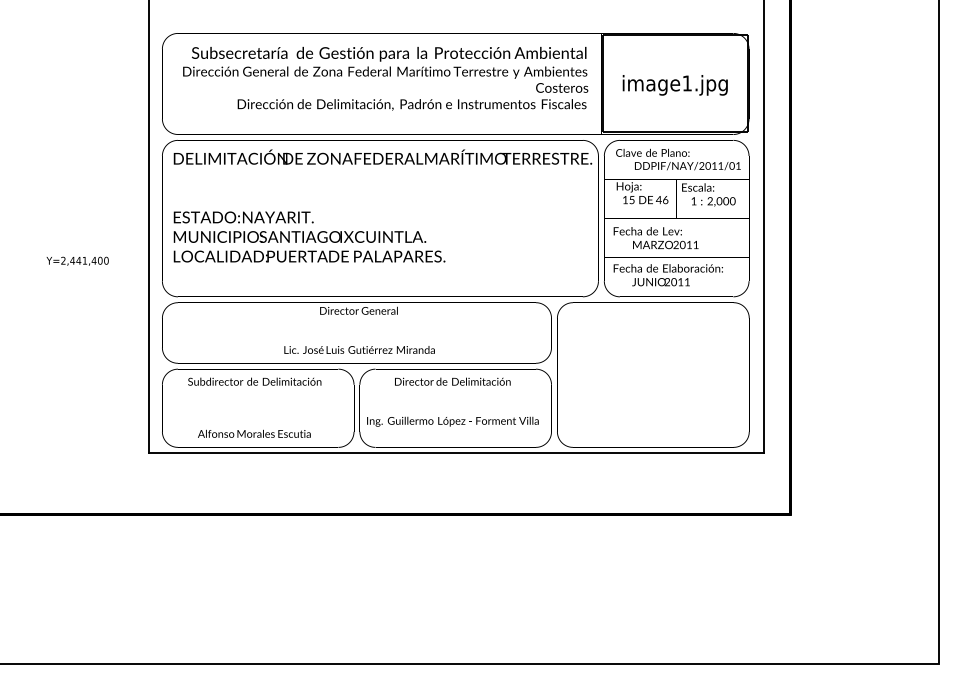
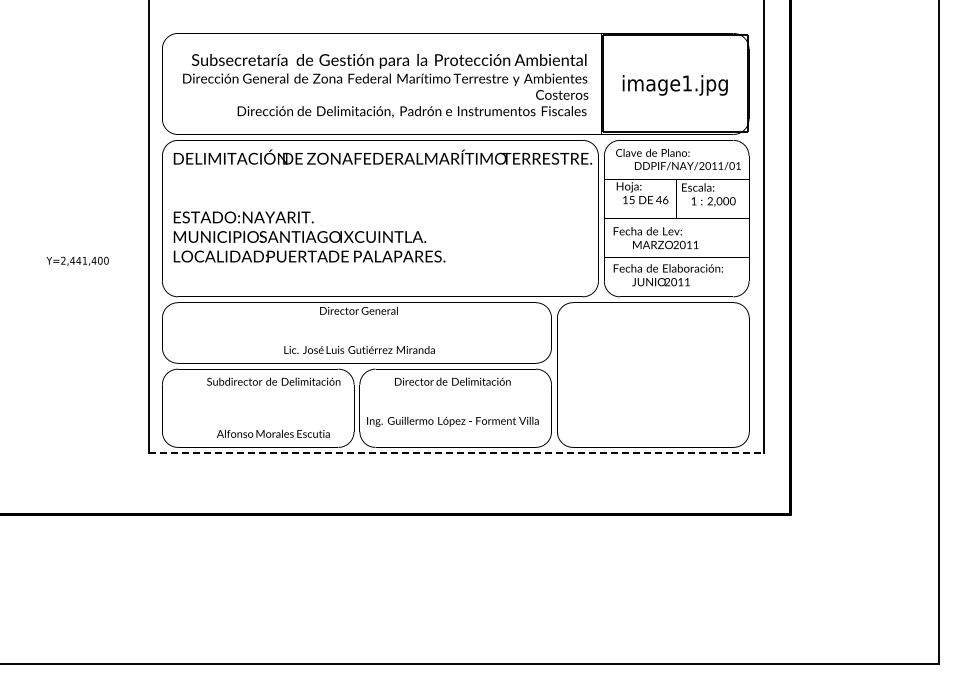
text at (385, 78) position: (385, 78) -> (385, 85)
text at (254, 407) position: (254, 407) -> (273, 407)
line at (457, 452): solid -> dashed
